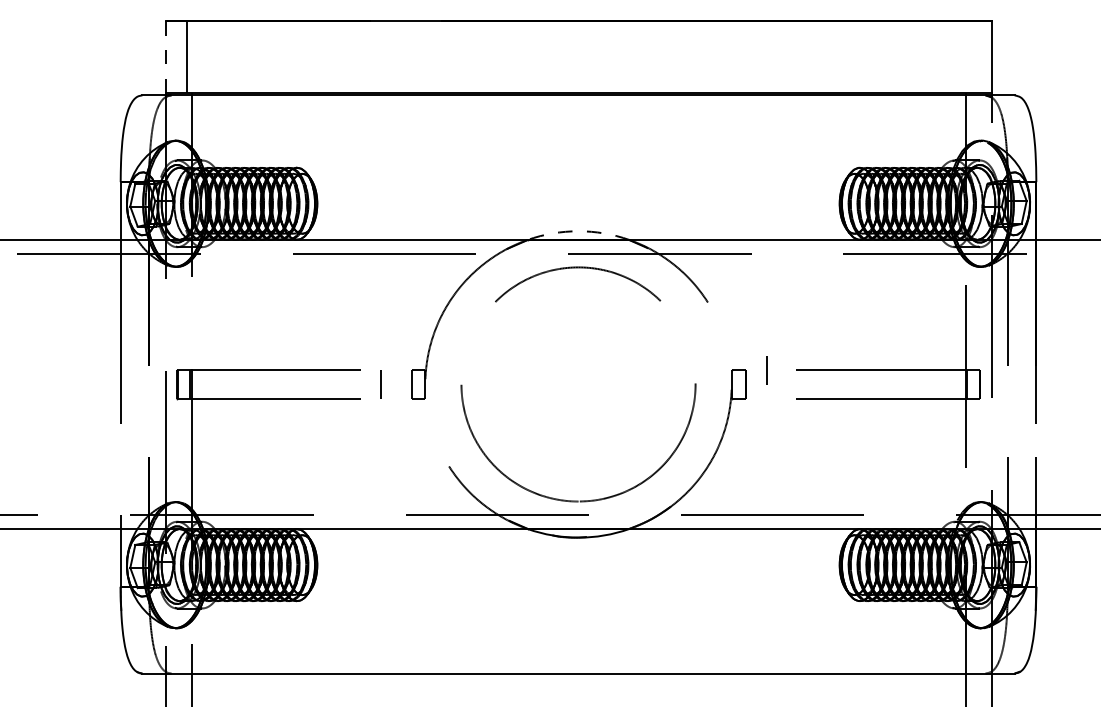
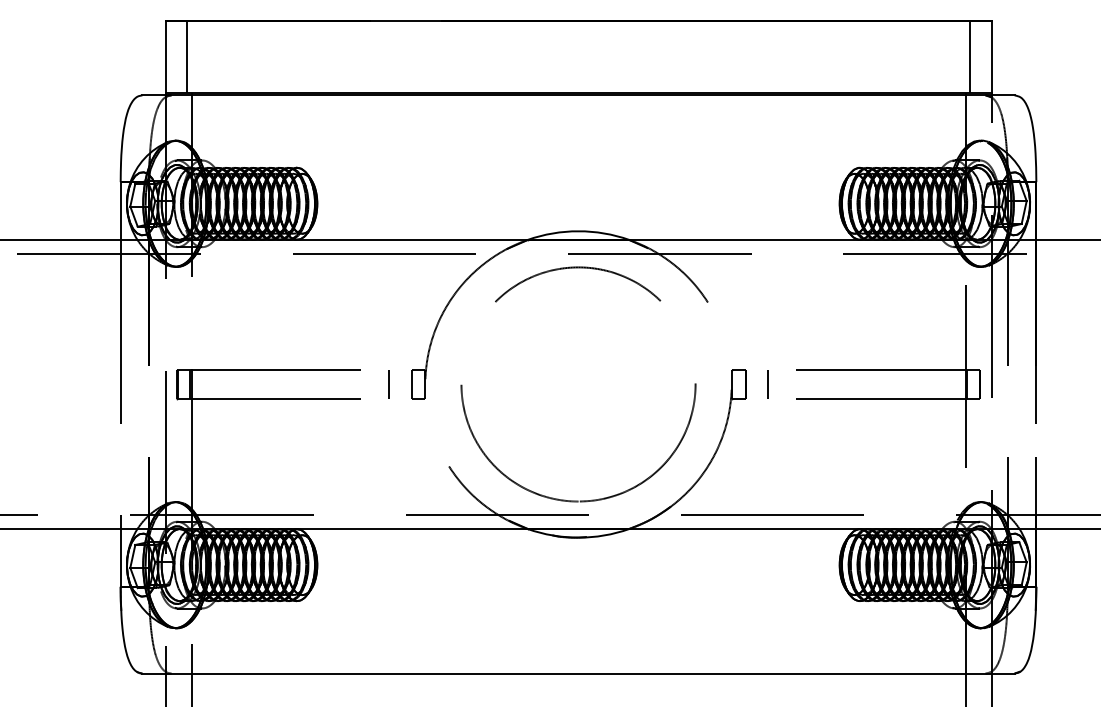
line at (165, 57): dashed -> solid
line at (969, 57): none -> present
arc at (578, 231): dashed -> solid
line at (766, 370) position: (766, 370) -> (767, 384)
line at (380, 384) position: (380, 384) -> (388, 384)
